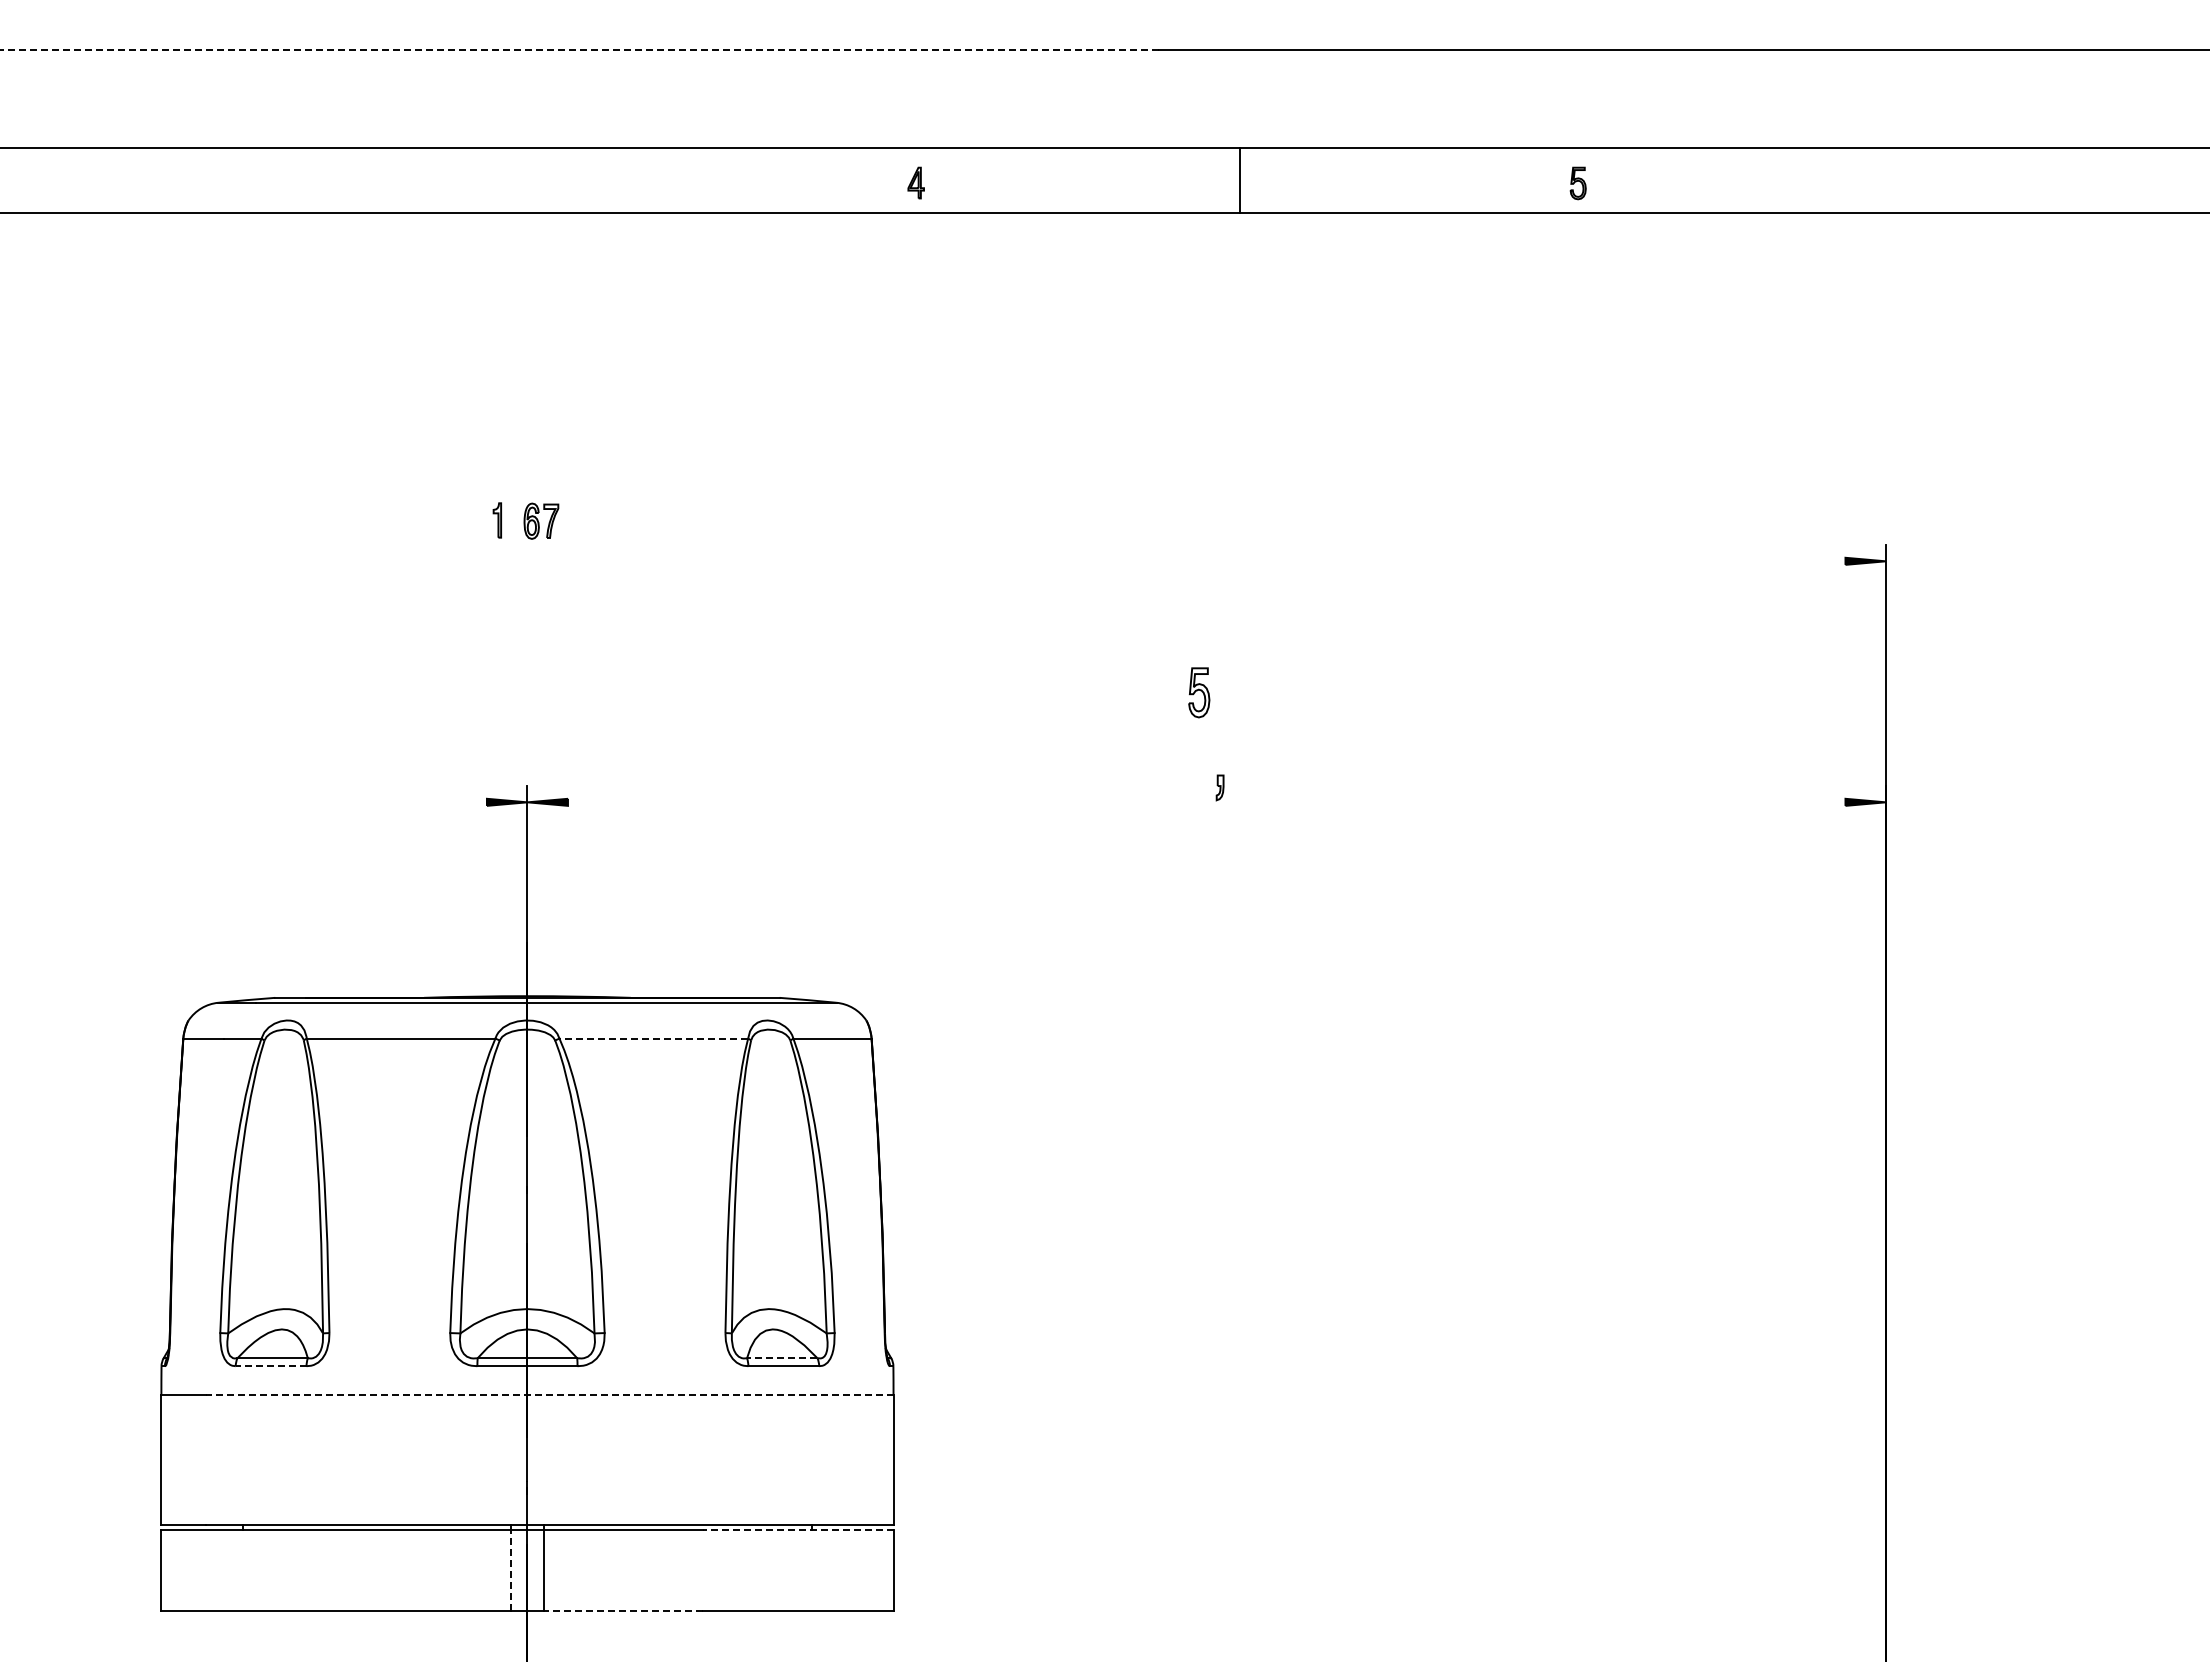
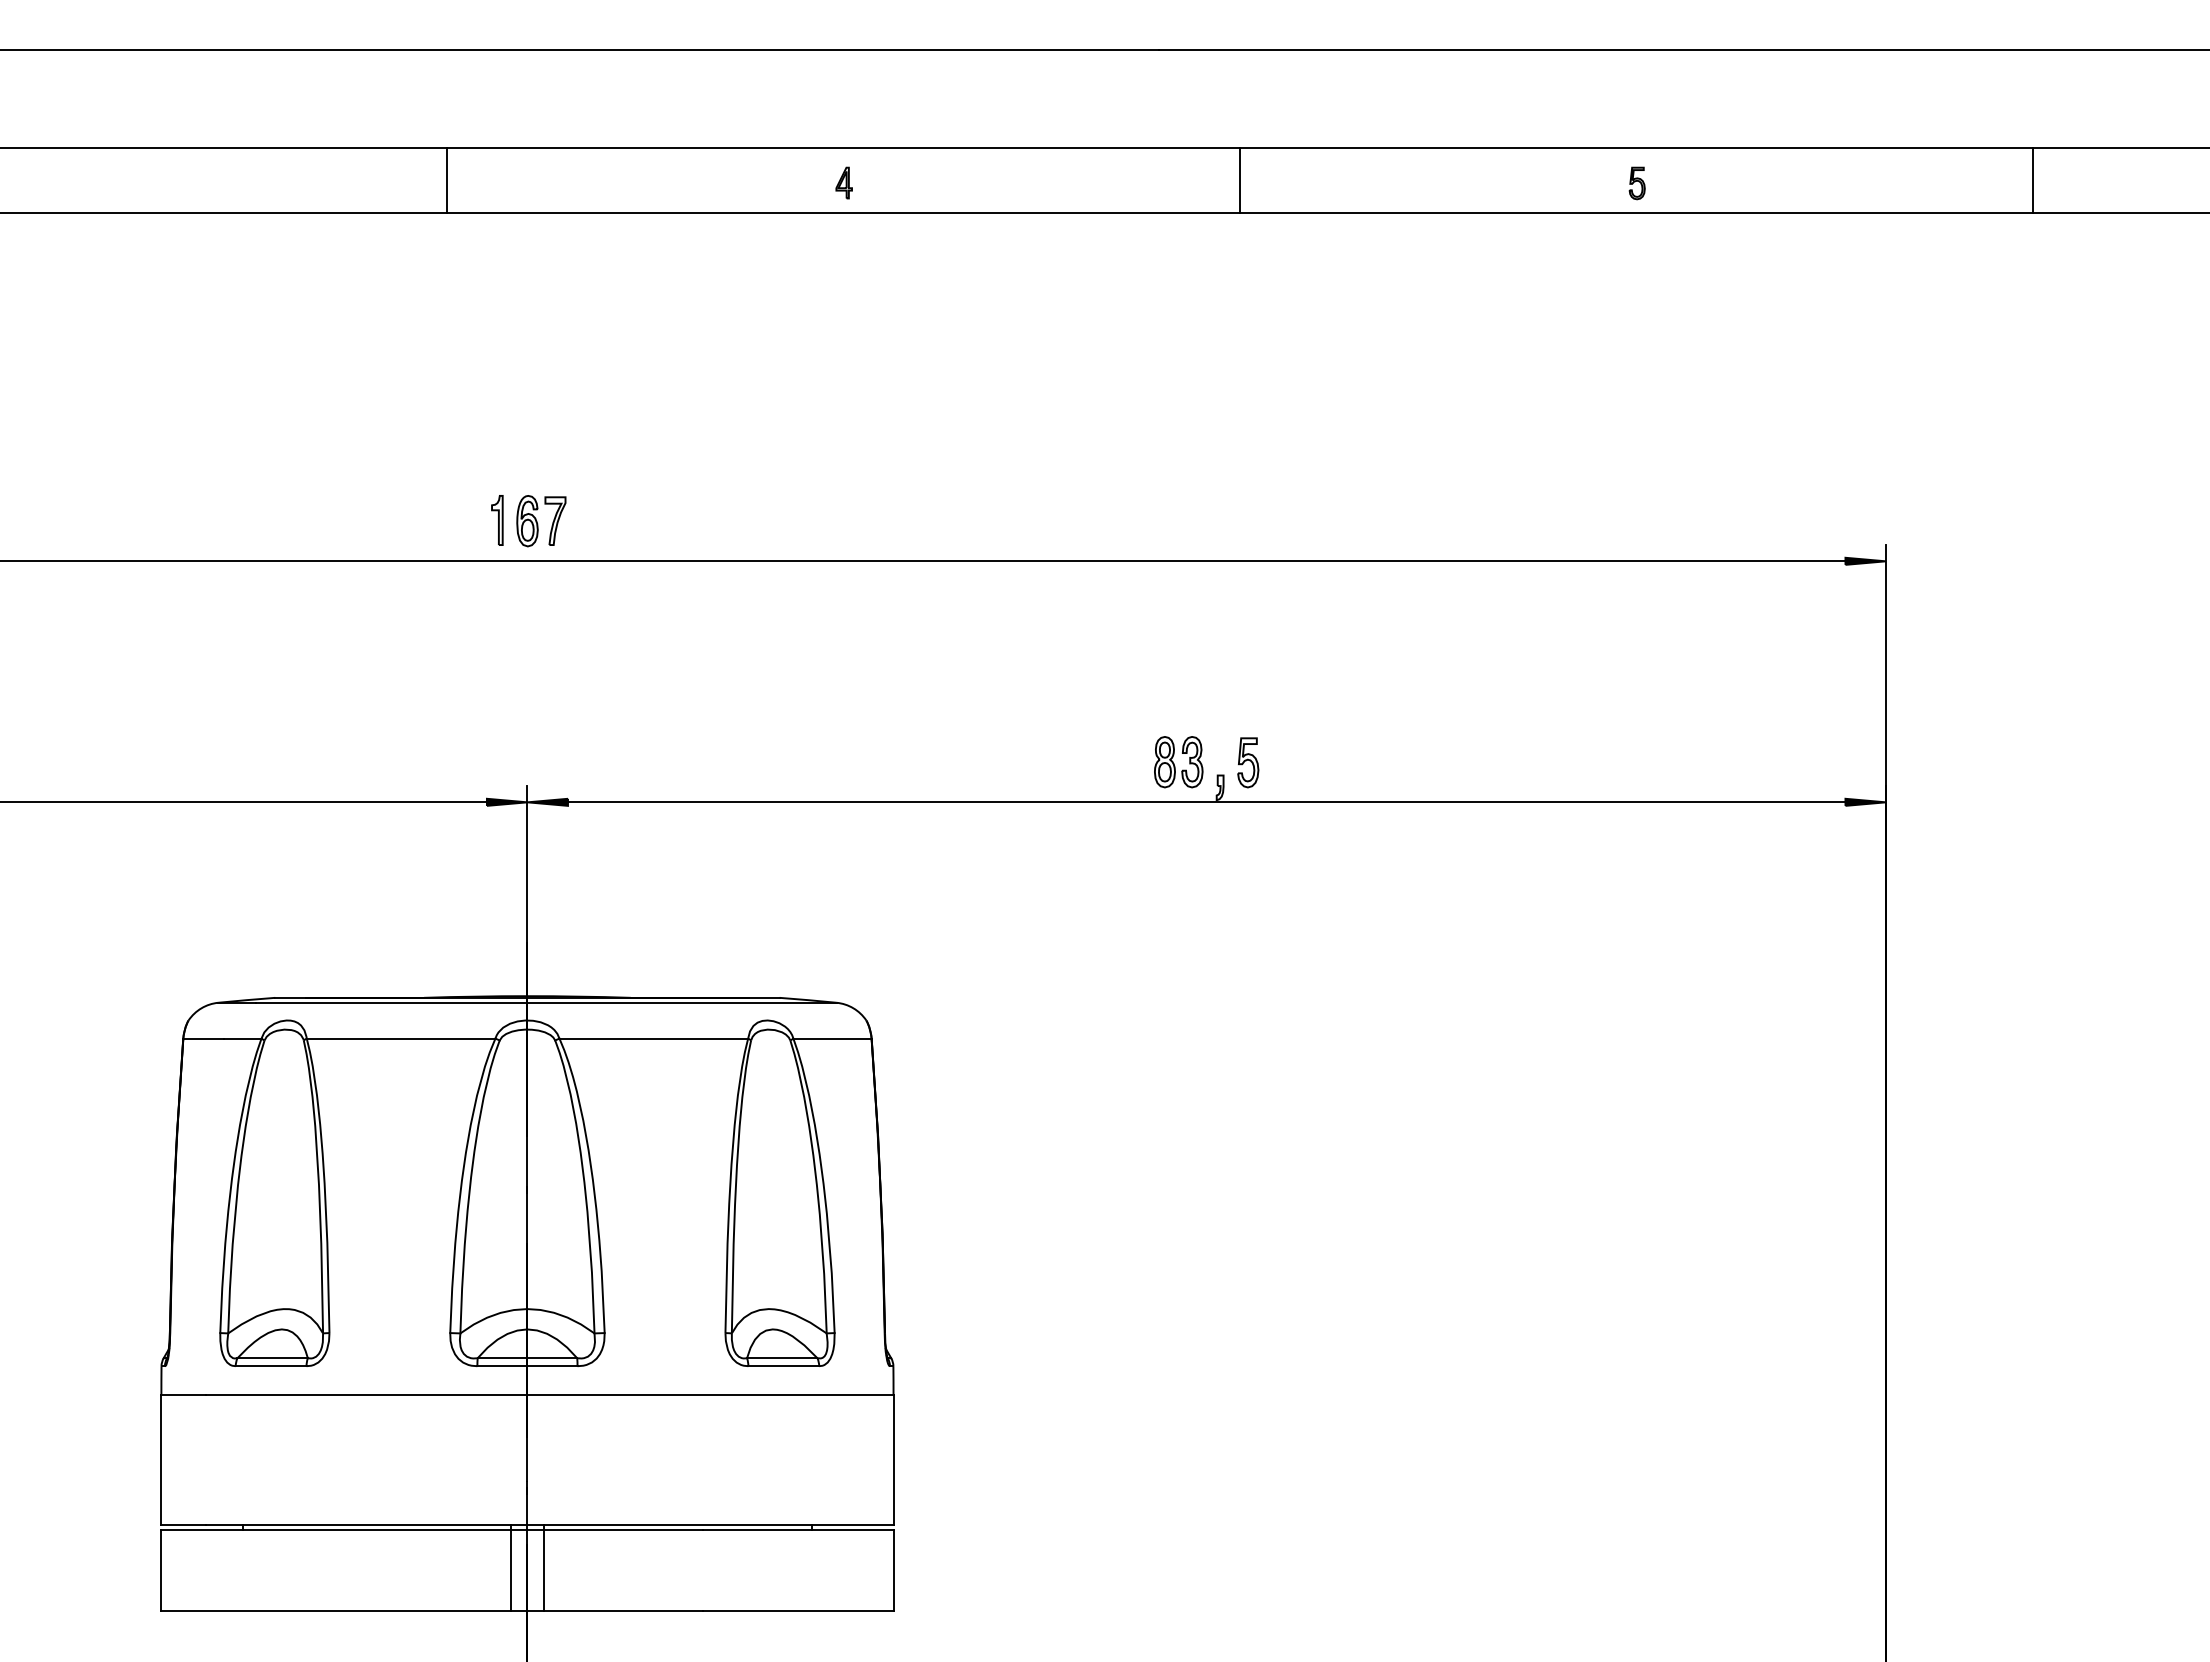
line at (578, 49): dashed -> solid
line at (447, 179): none -> present
line at (2033, 179): none -> present
part at (915, 182) position: (915, 182) -> (843, 182)
part at (1577, 183) position: (1577, 183) -> (1636, 183)
part at (496, 520) size: 10x37 px -> 13x51 px
part at (541, 520) size: 37x38 px -> 51x53 px
line at (923, 561): none -> present
part at (1199, 692) position: (1199, 692) -> (1248, 762)
part at (1178, 762): none -> present
line at (244, 802): none -> present
line at (1206, 802): none -> present
line at (653, 1038): dashed -> solid
line at (781, 1358): dashed -> solid
line at (270, 1366): dashed -> solid
line at (549, 1394): dashed -> solid
line at (797, 1529): dashed -> solid
line at (511, 1570): dashed -> solid
line at (623, 1611): dashed -> solid
